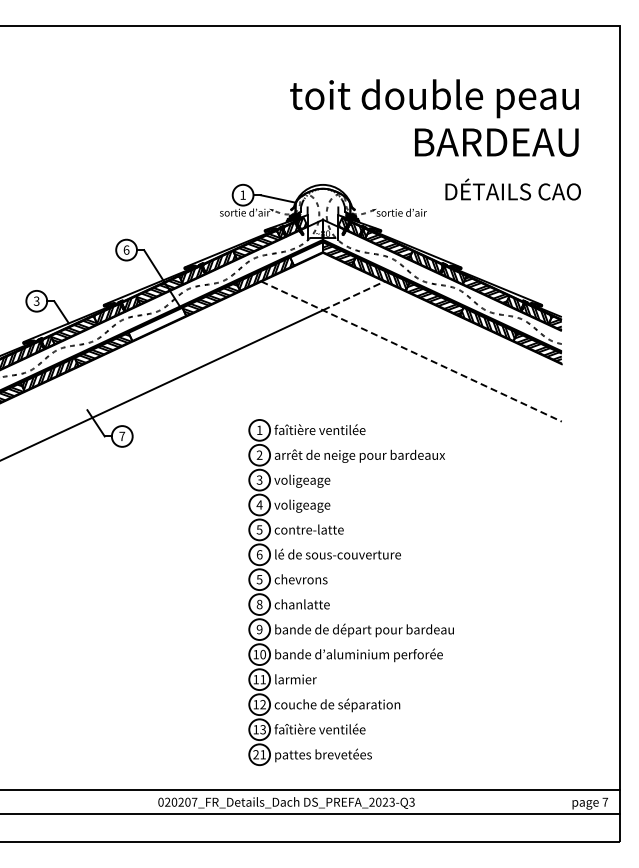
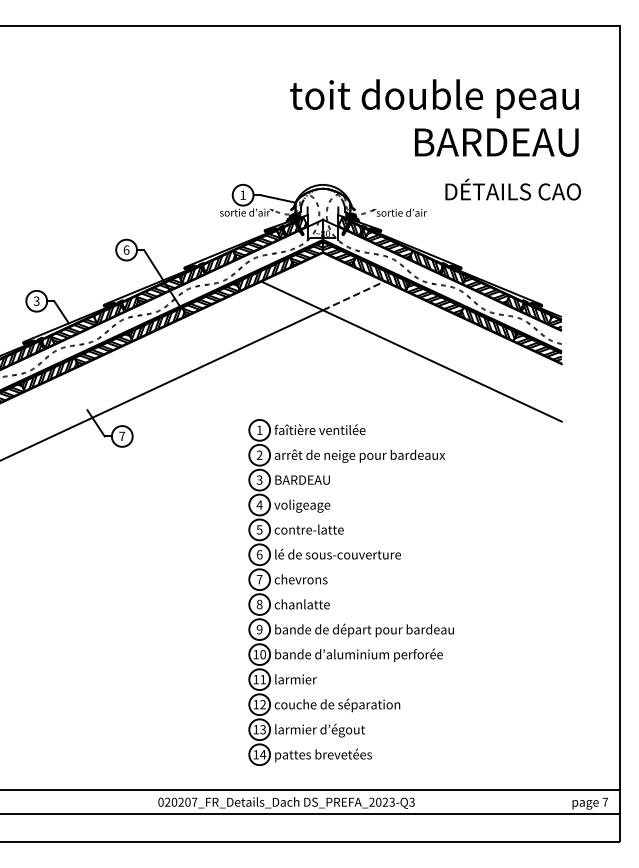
hatch at (306, 252): none -> present
hatch at (157, 323): none -> present
line at (411, 351): dashed -> solid
text at (302, 480): voligeage -> BARDEAU
text at (259, 579): 5 -> 7
text at (319, 730): faîtière ventilée -> larmier d’égout
text at (259, 754): 21 -> 14
